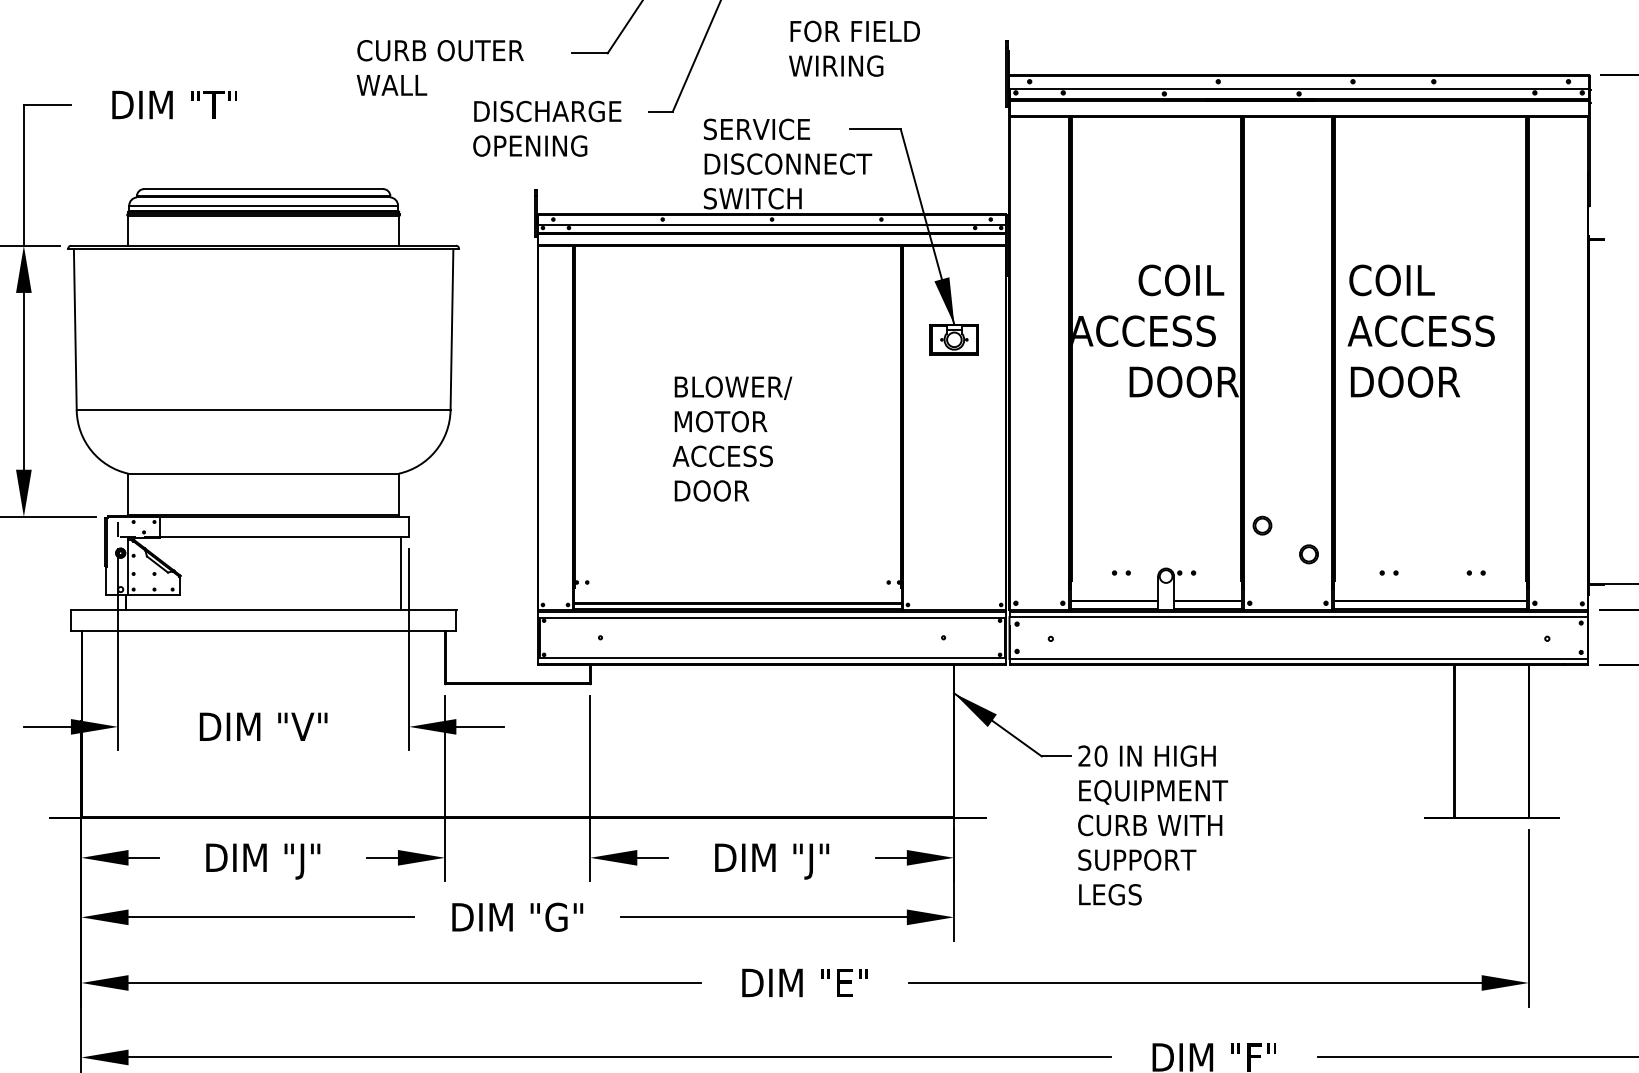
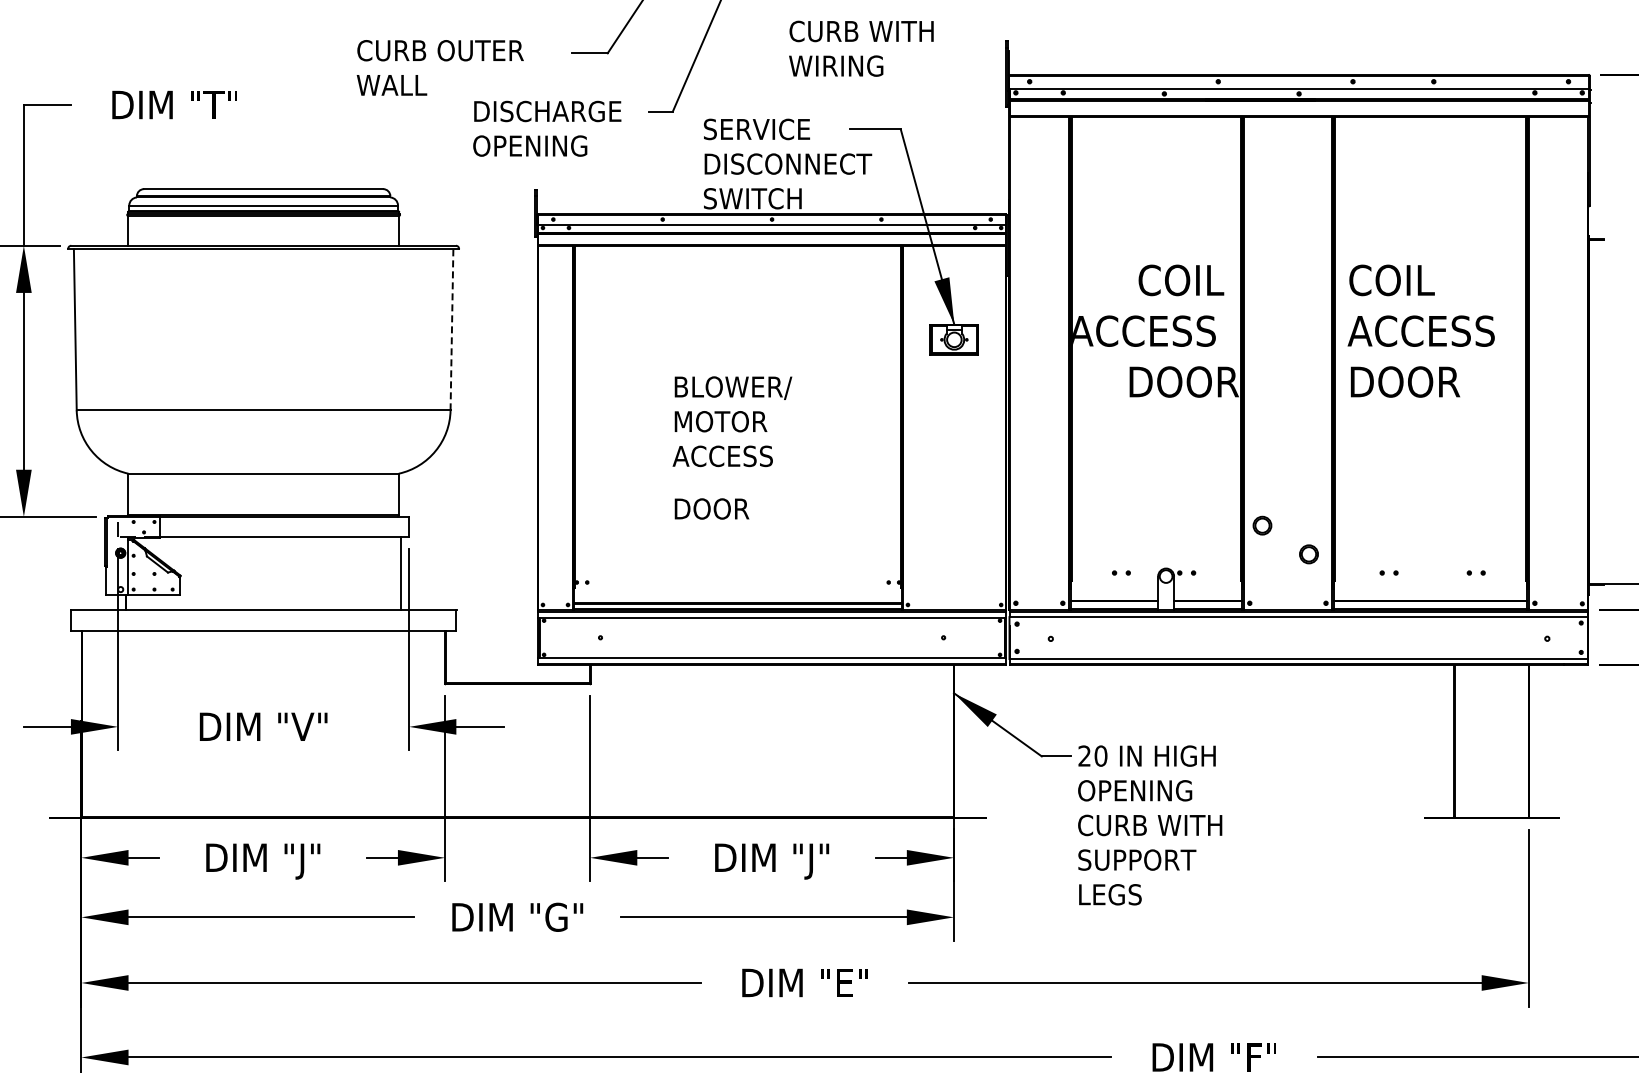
text at (861, 31): FOR FIELD -> CURB WITH
line at (451, 329): solid -> dashed
text at (711, 490) position: (711, 490) -> (711, 508)
text at (1153, 792): EQUIPMENT -> OPENING
